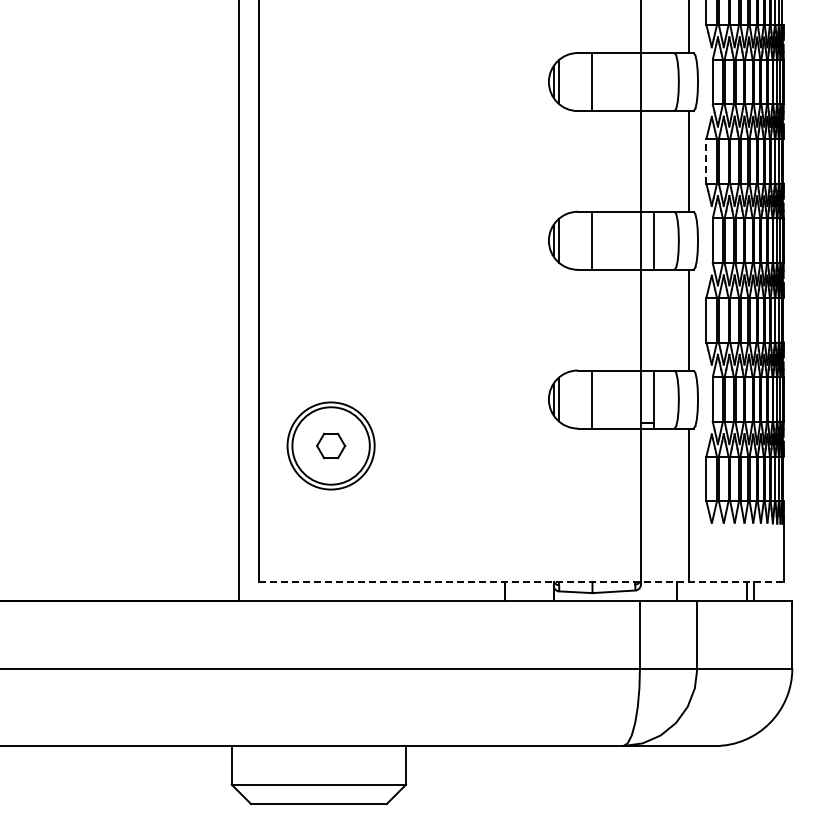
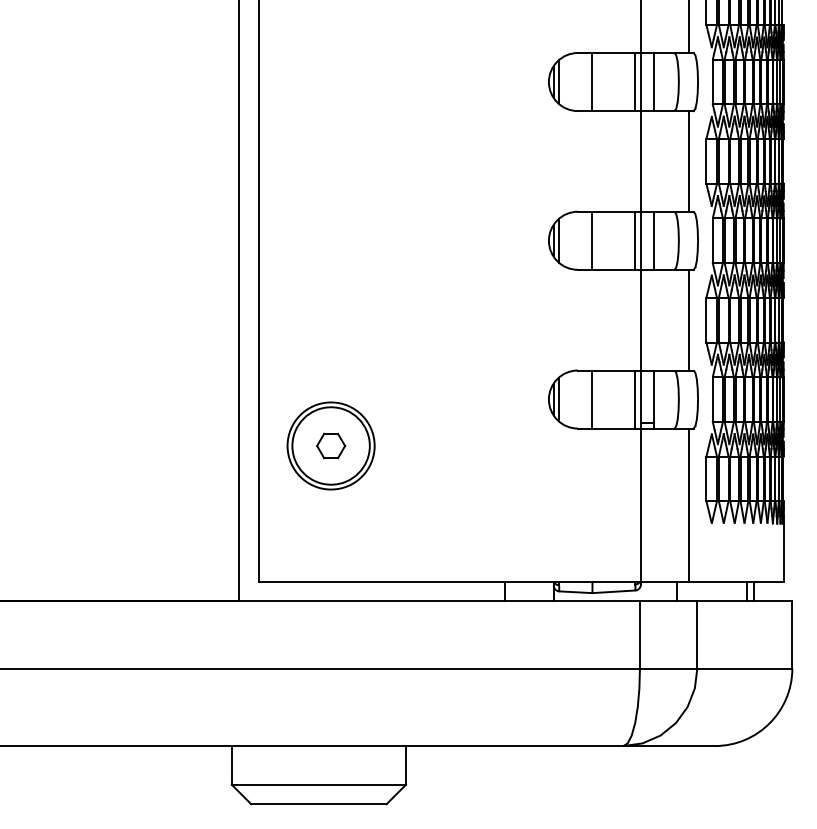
line at (635, 82): none -> present
line at (653, 82): none -> present
line at (706, 160): dashed -> solid
line at (635, 240): none -> present
line at (635, 399): none -> present
line at (521, 581): dashed -> solid
